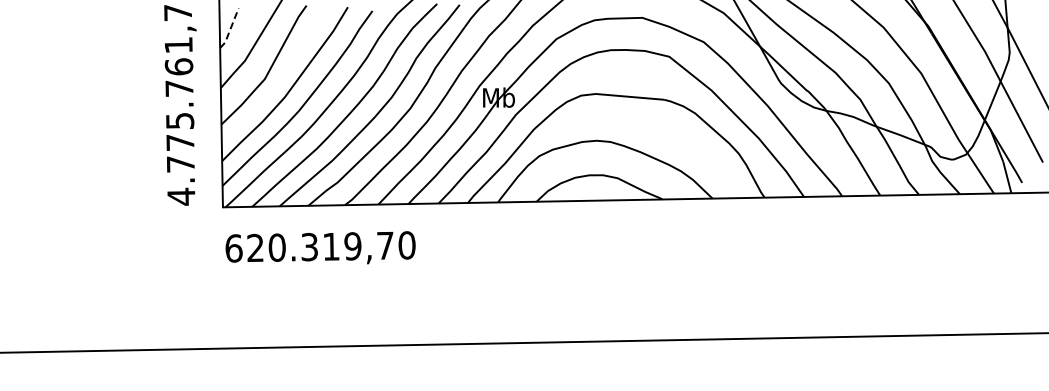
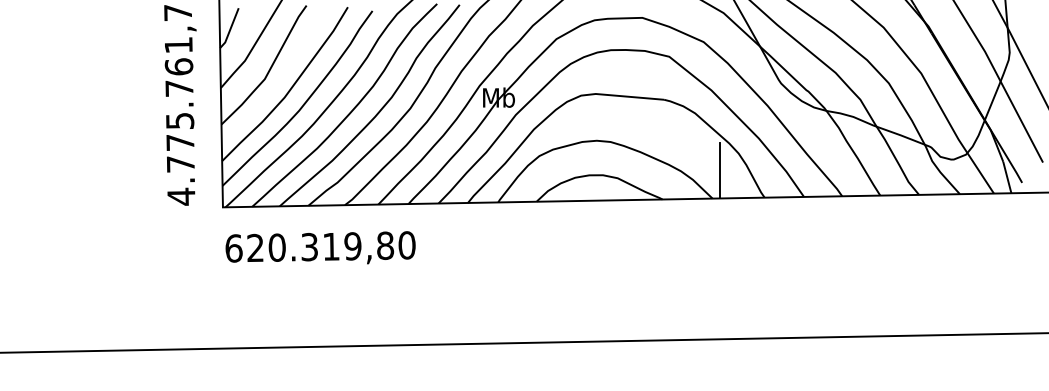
line at (230, 29): dashed -> solid
line at (719, 170): none -> present
text at (385, 245): 620.319,70 -> 620.319,80
